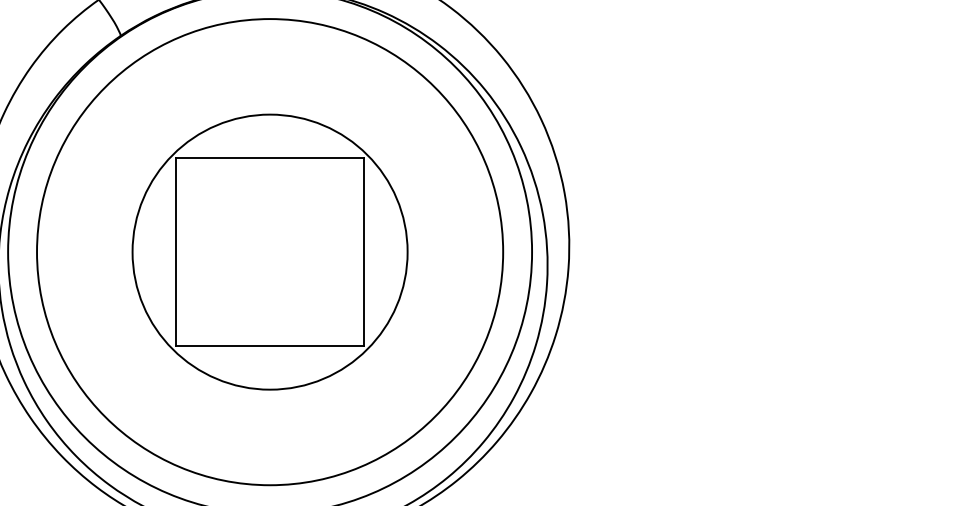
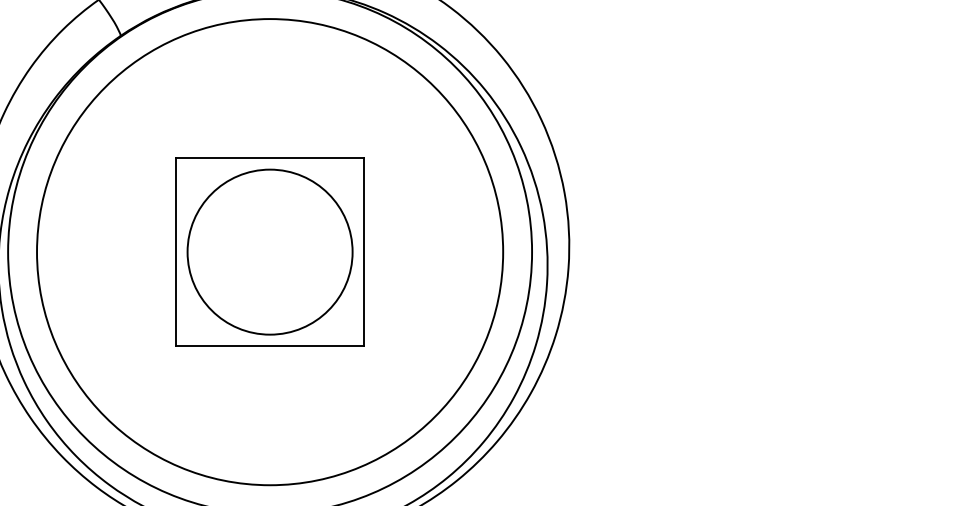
circle at (269, 251) diameter: 275 px -> 165 px
